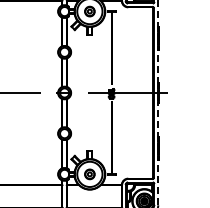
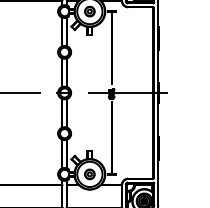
line at (158, 102): dashed -> solid
